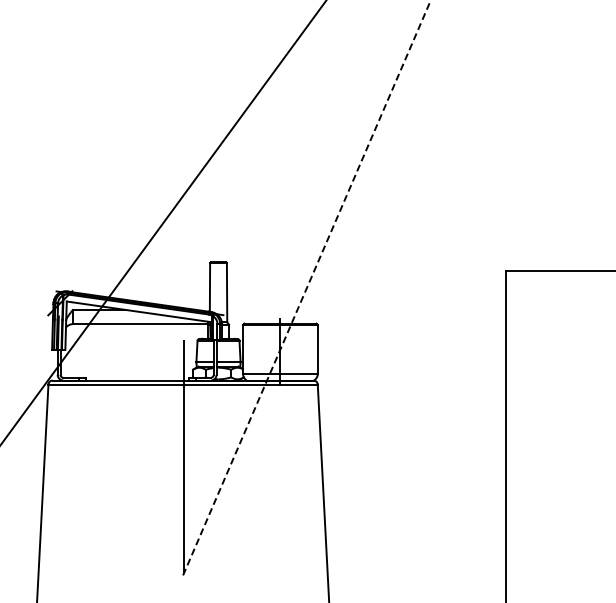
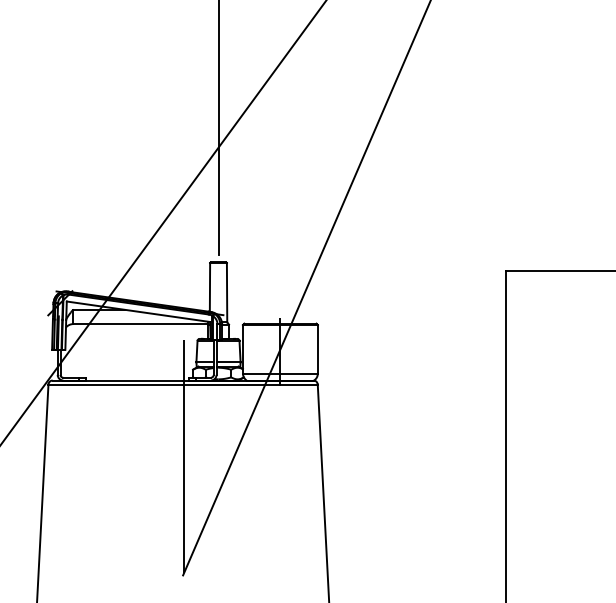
line at (218, 128): none -> present
line at (306, 288): dashed -> solid
